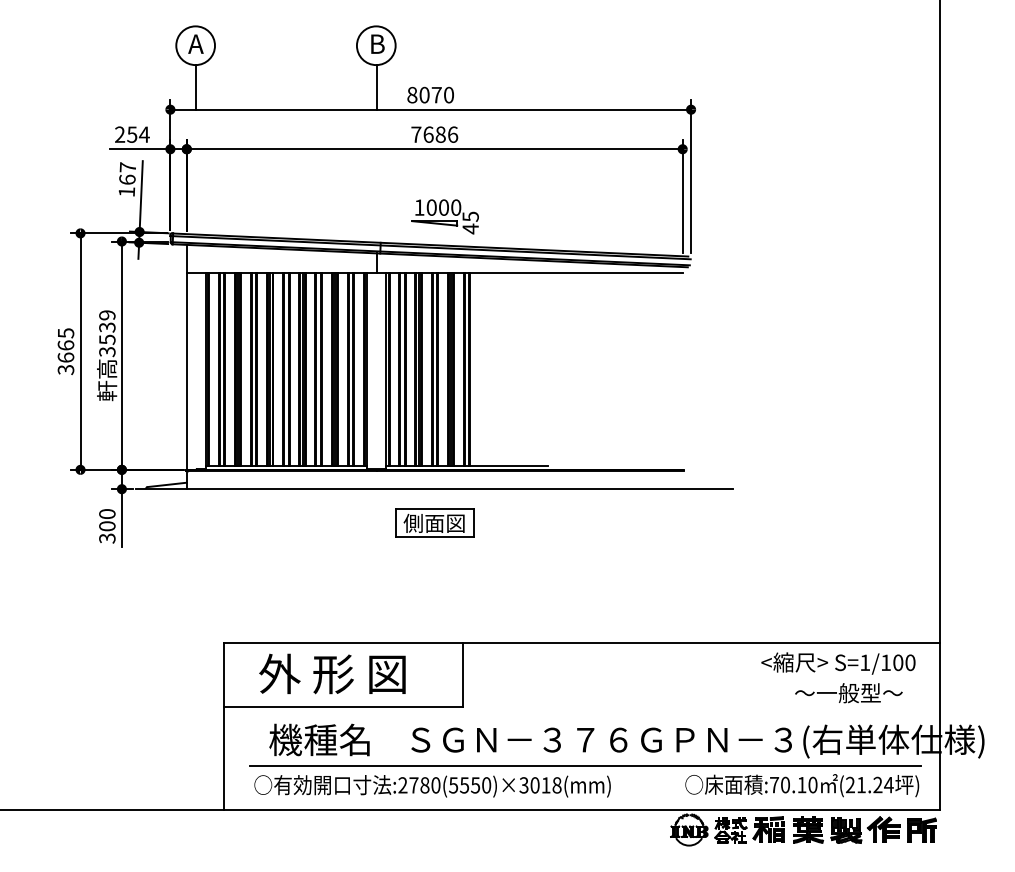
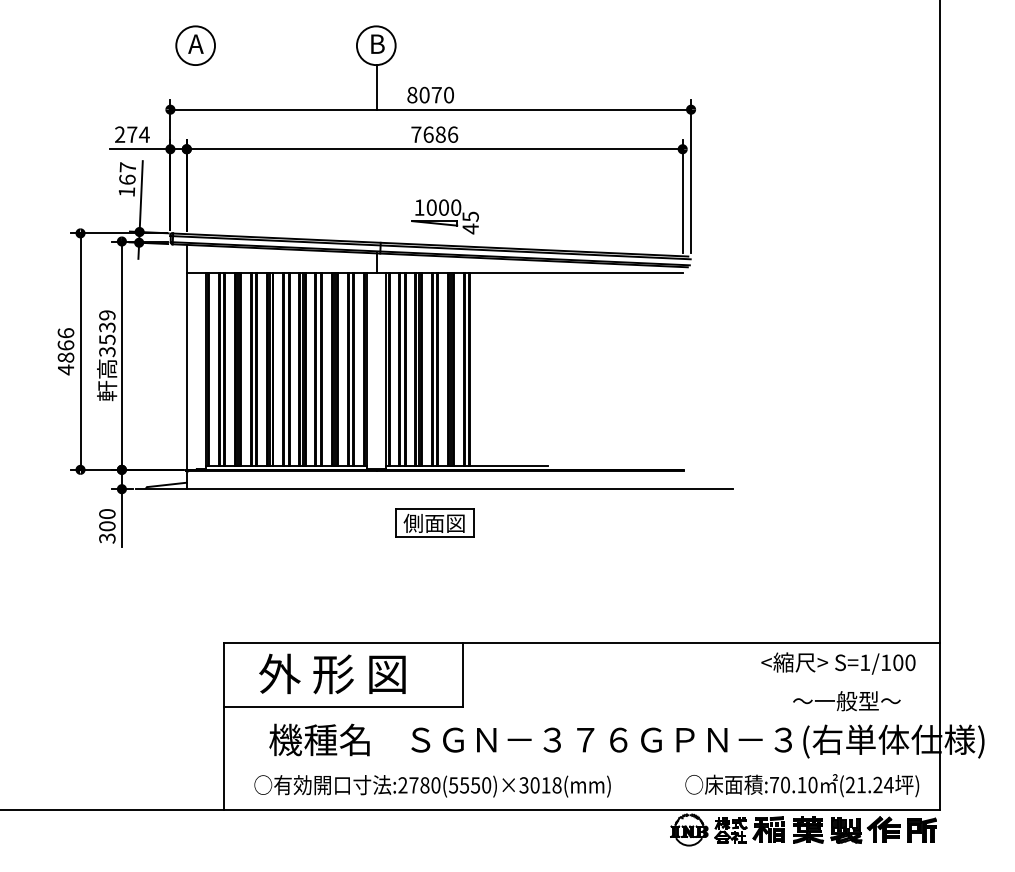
line at (196, 87): present -> none
text at (132, 134): 254 -> 274
text at (65, 351): 3665 -> 4866
text at (848, 693) position: (848, 693) -> (846, 701)
line at (584, 765): present -> none
